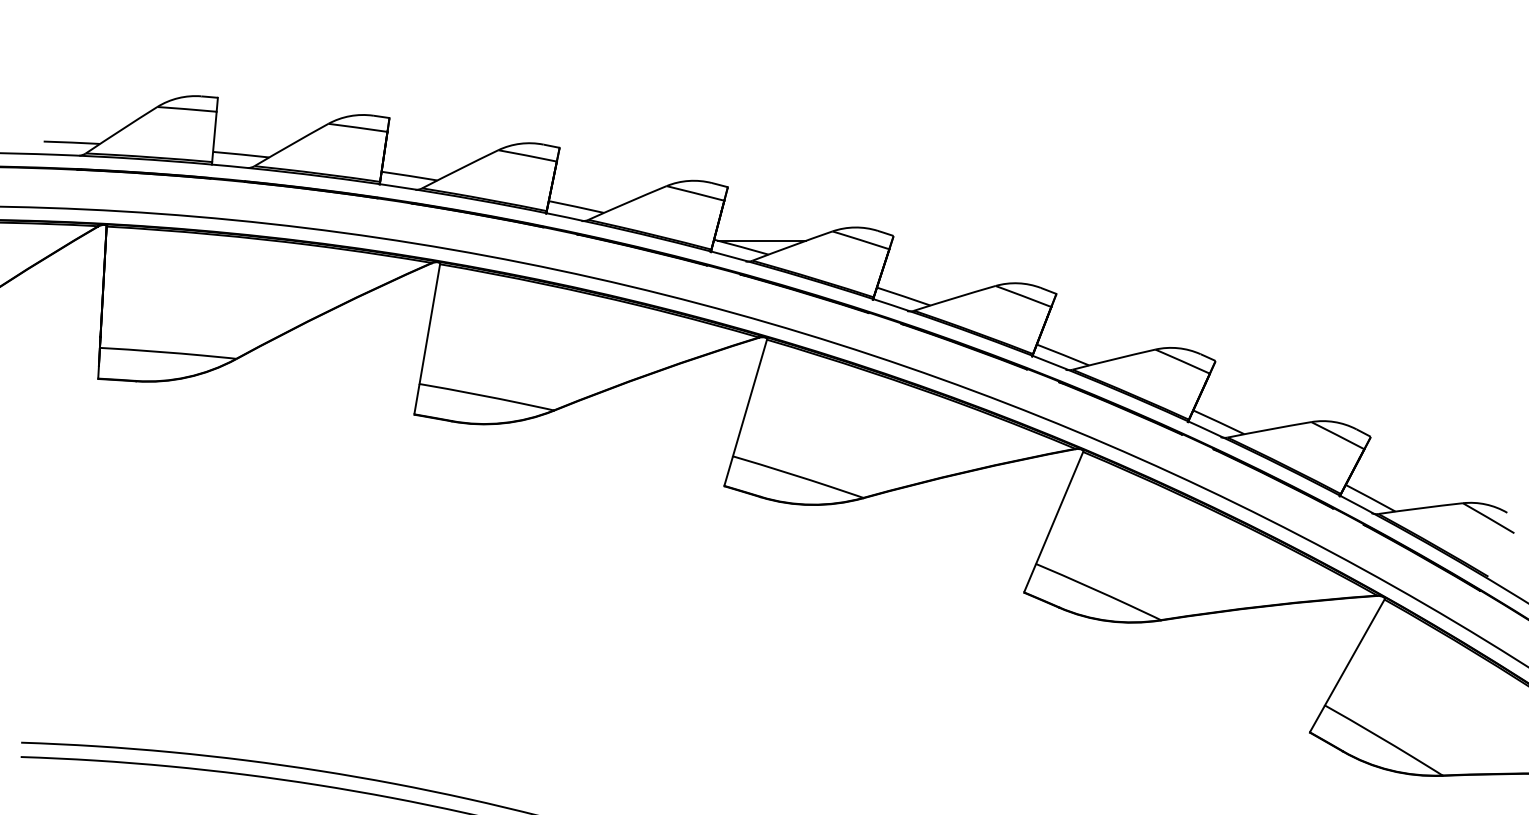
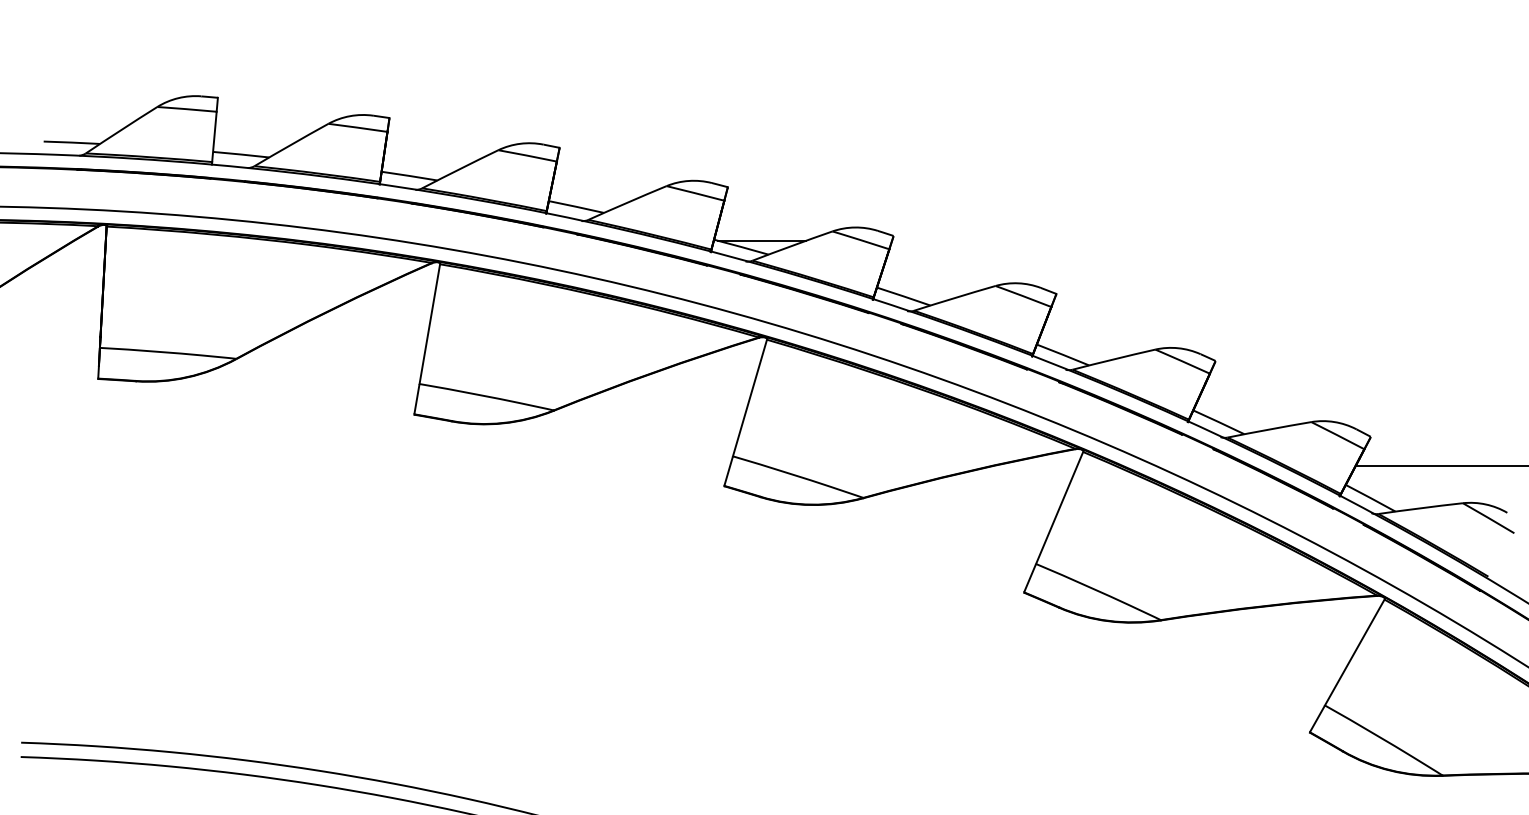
line at (1440, 466): none -> present
